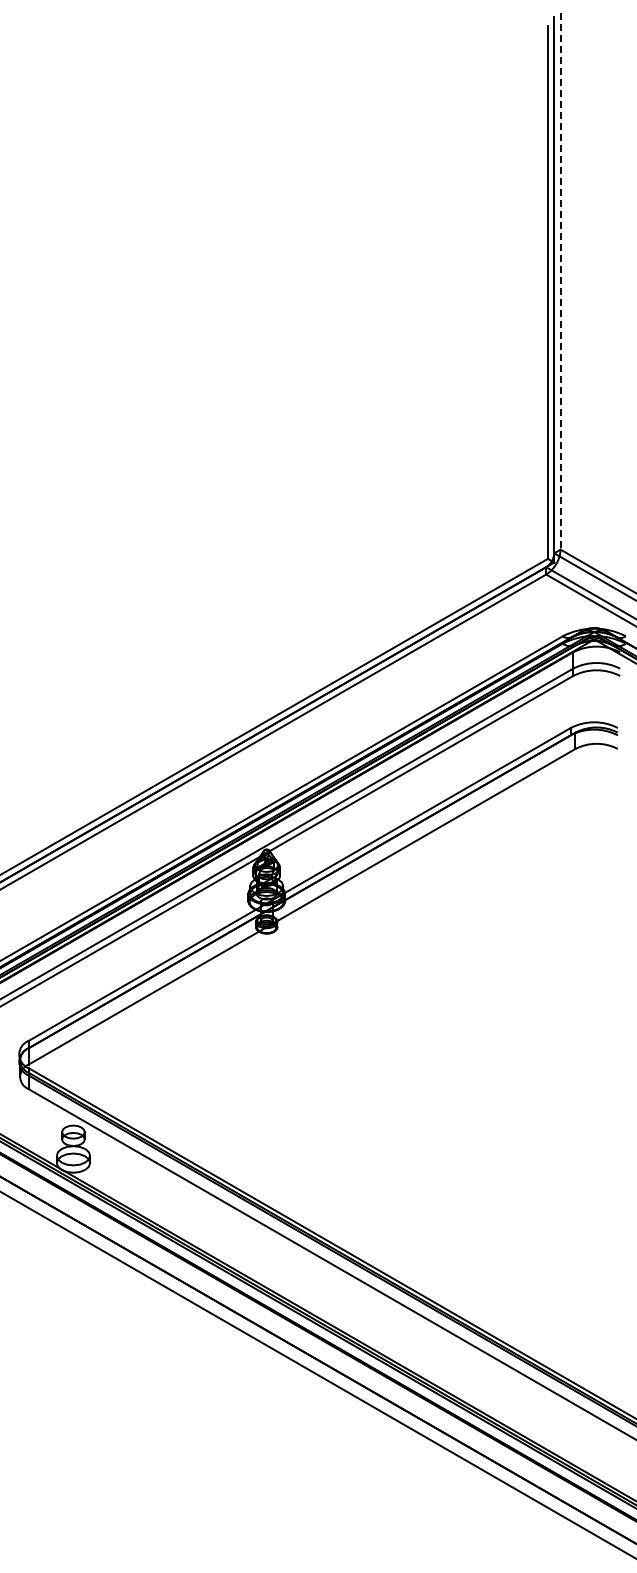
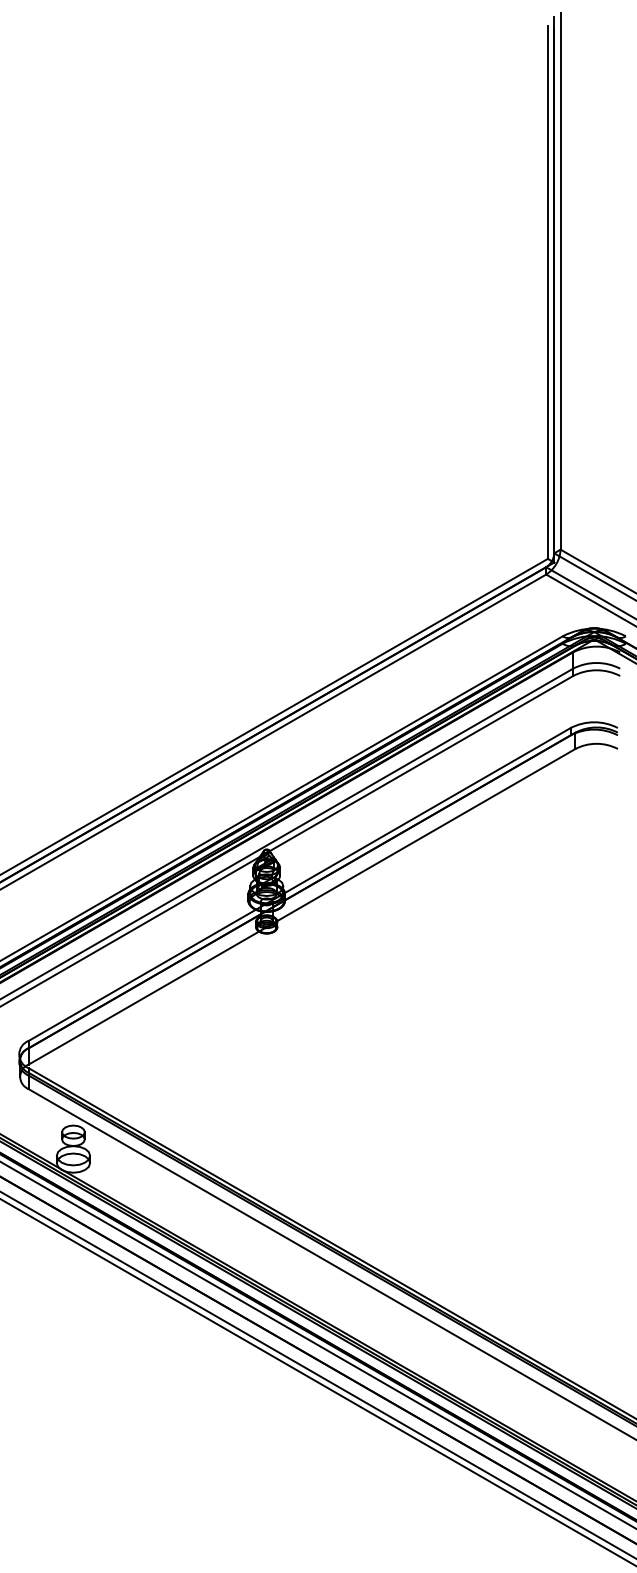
line at (560, 282): dashed -> solid
line at (317, 1344): none -> present
line at (317, 1382): none -> present
